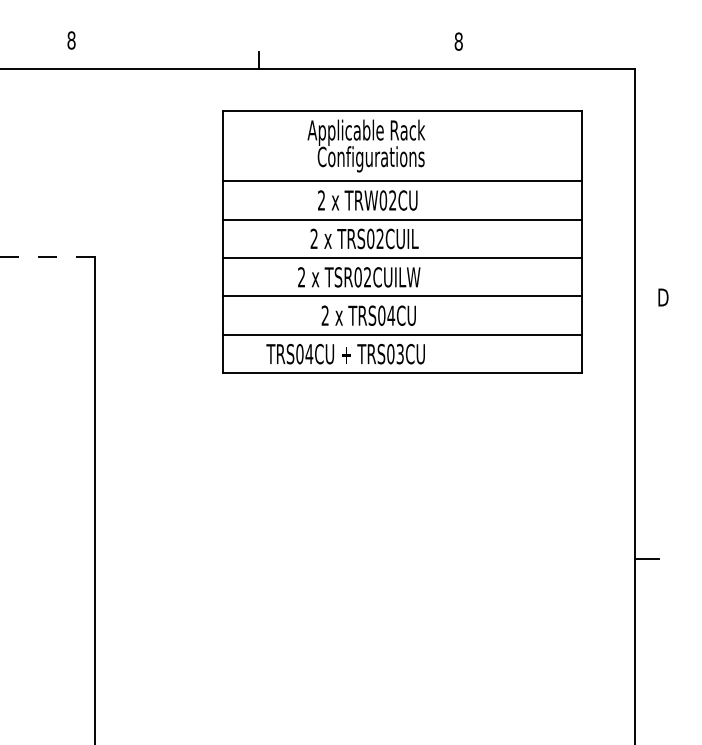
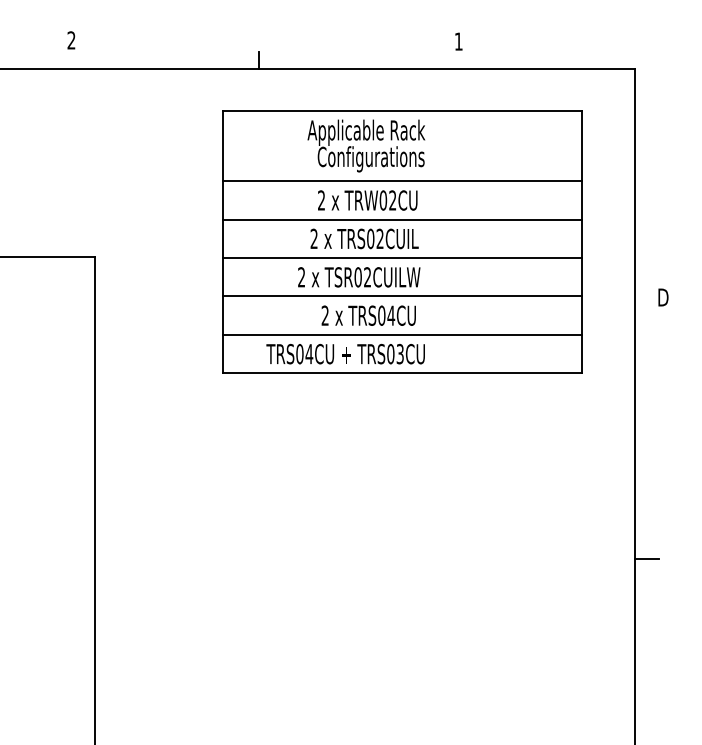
text at (71, 40): 8 -> 2
text at (458, 41): 8 -> 1
line at (47, 256): dashed -> solid
